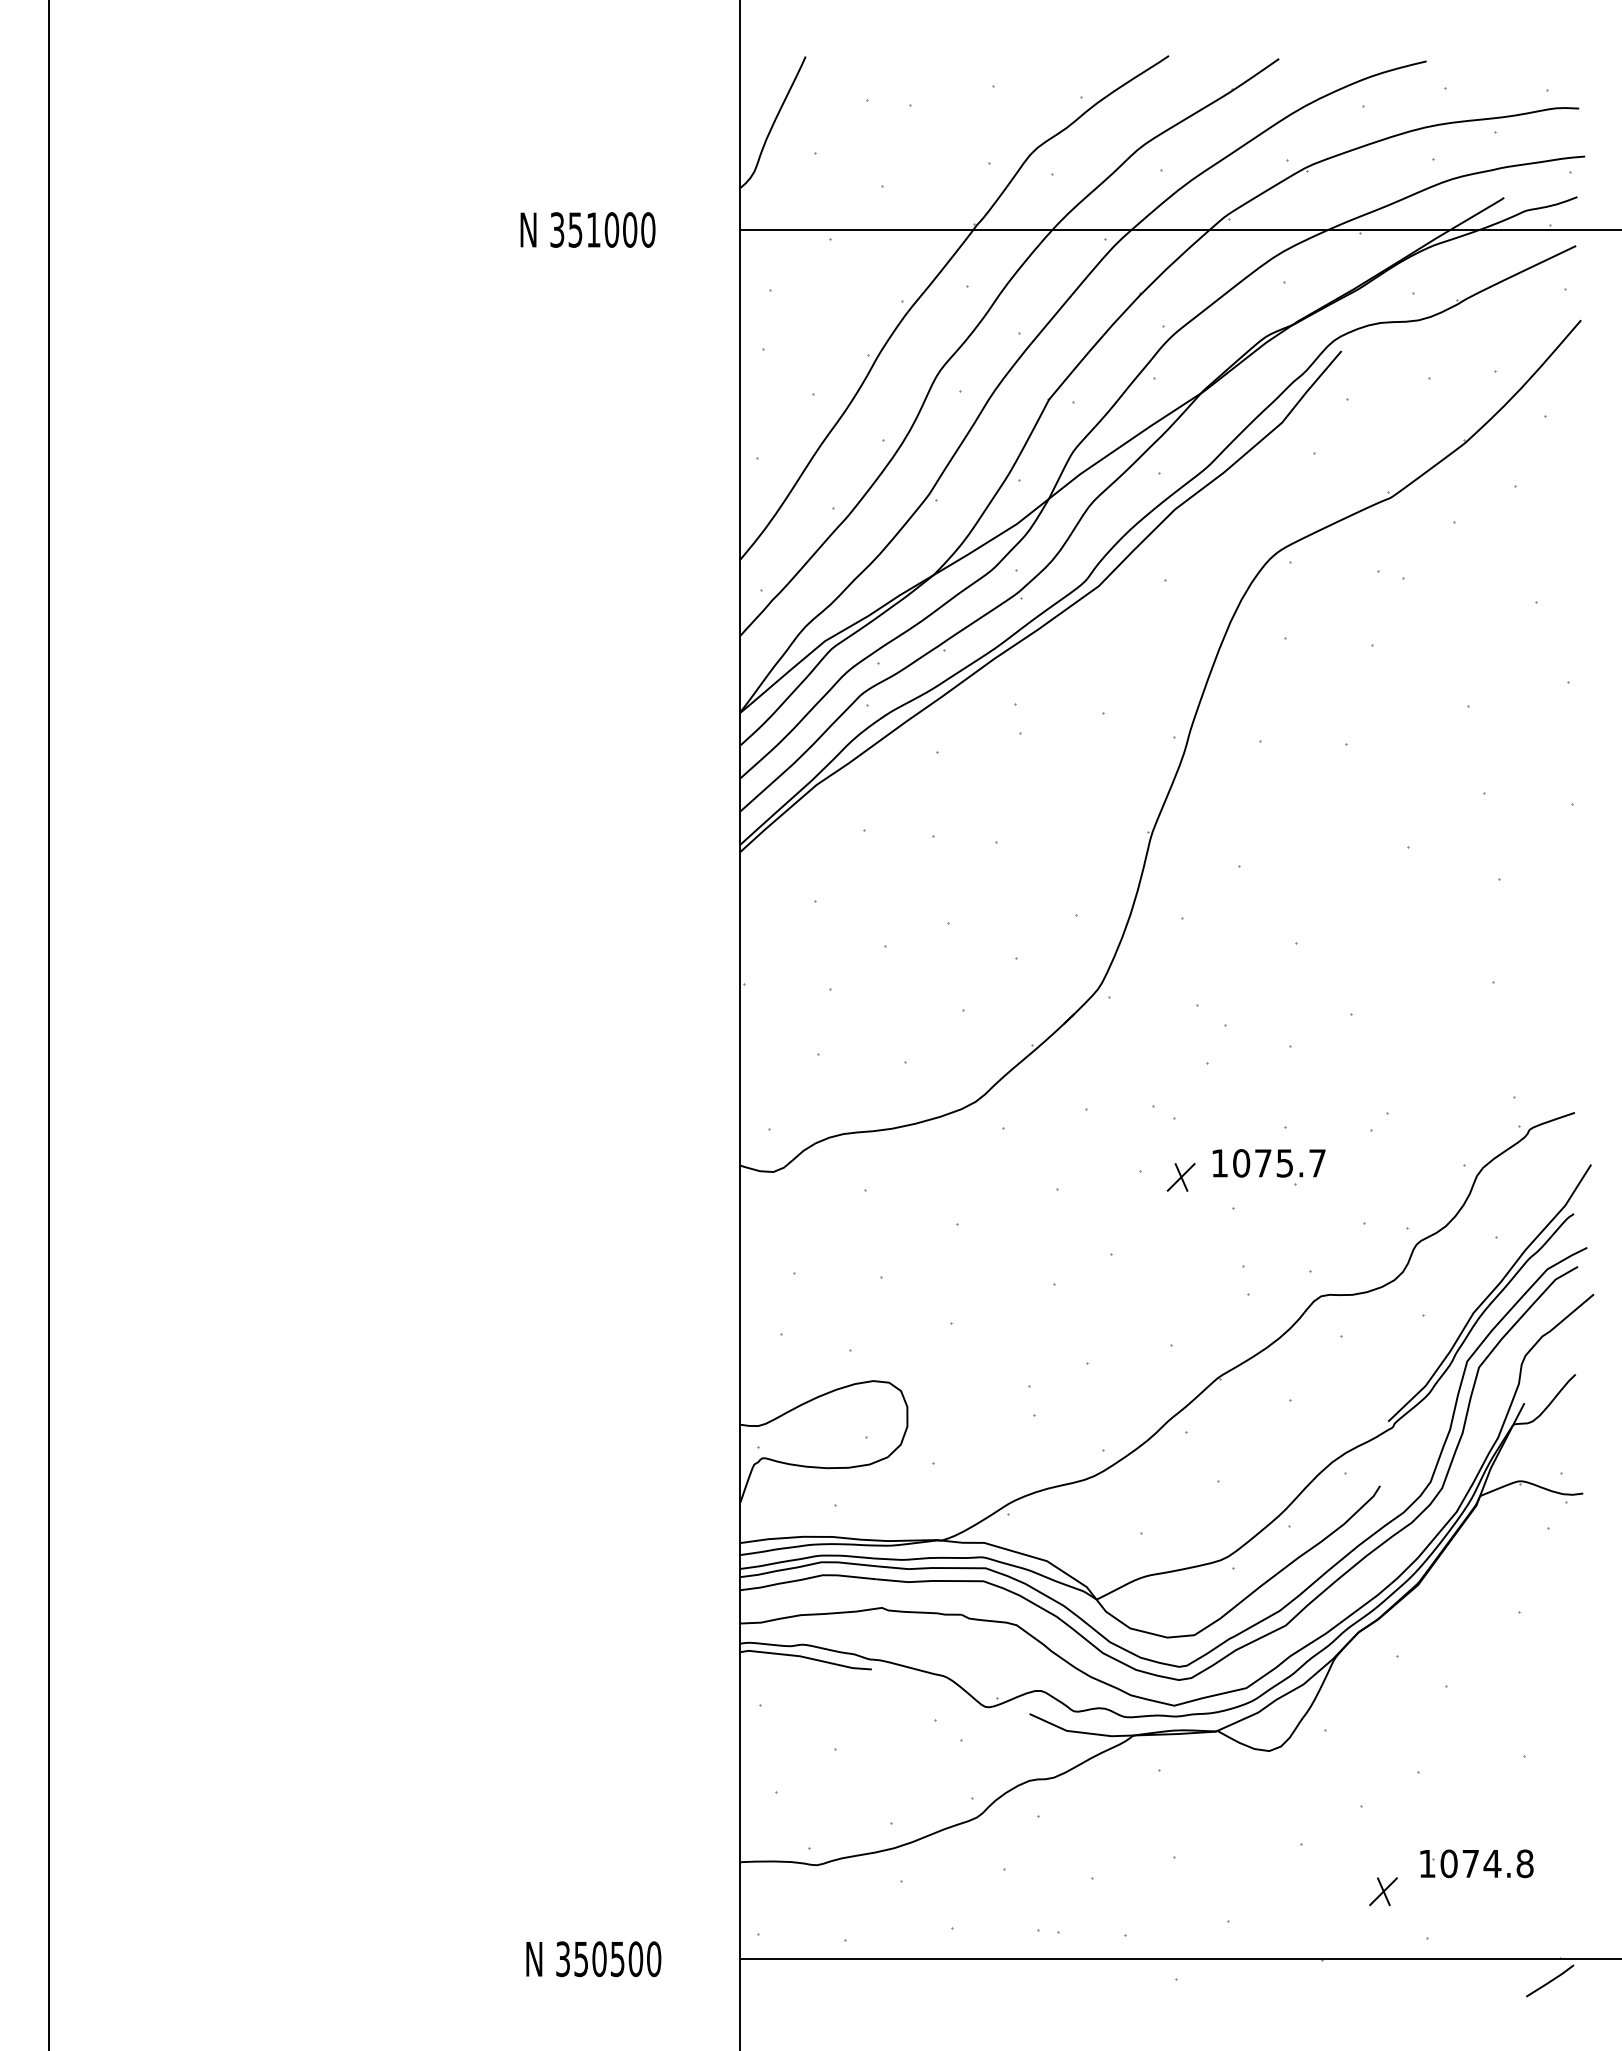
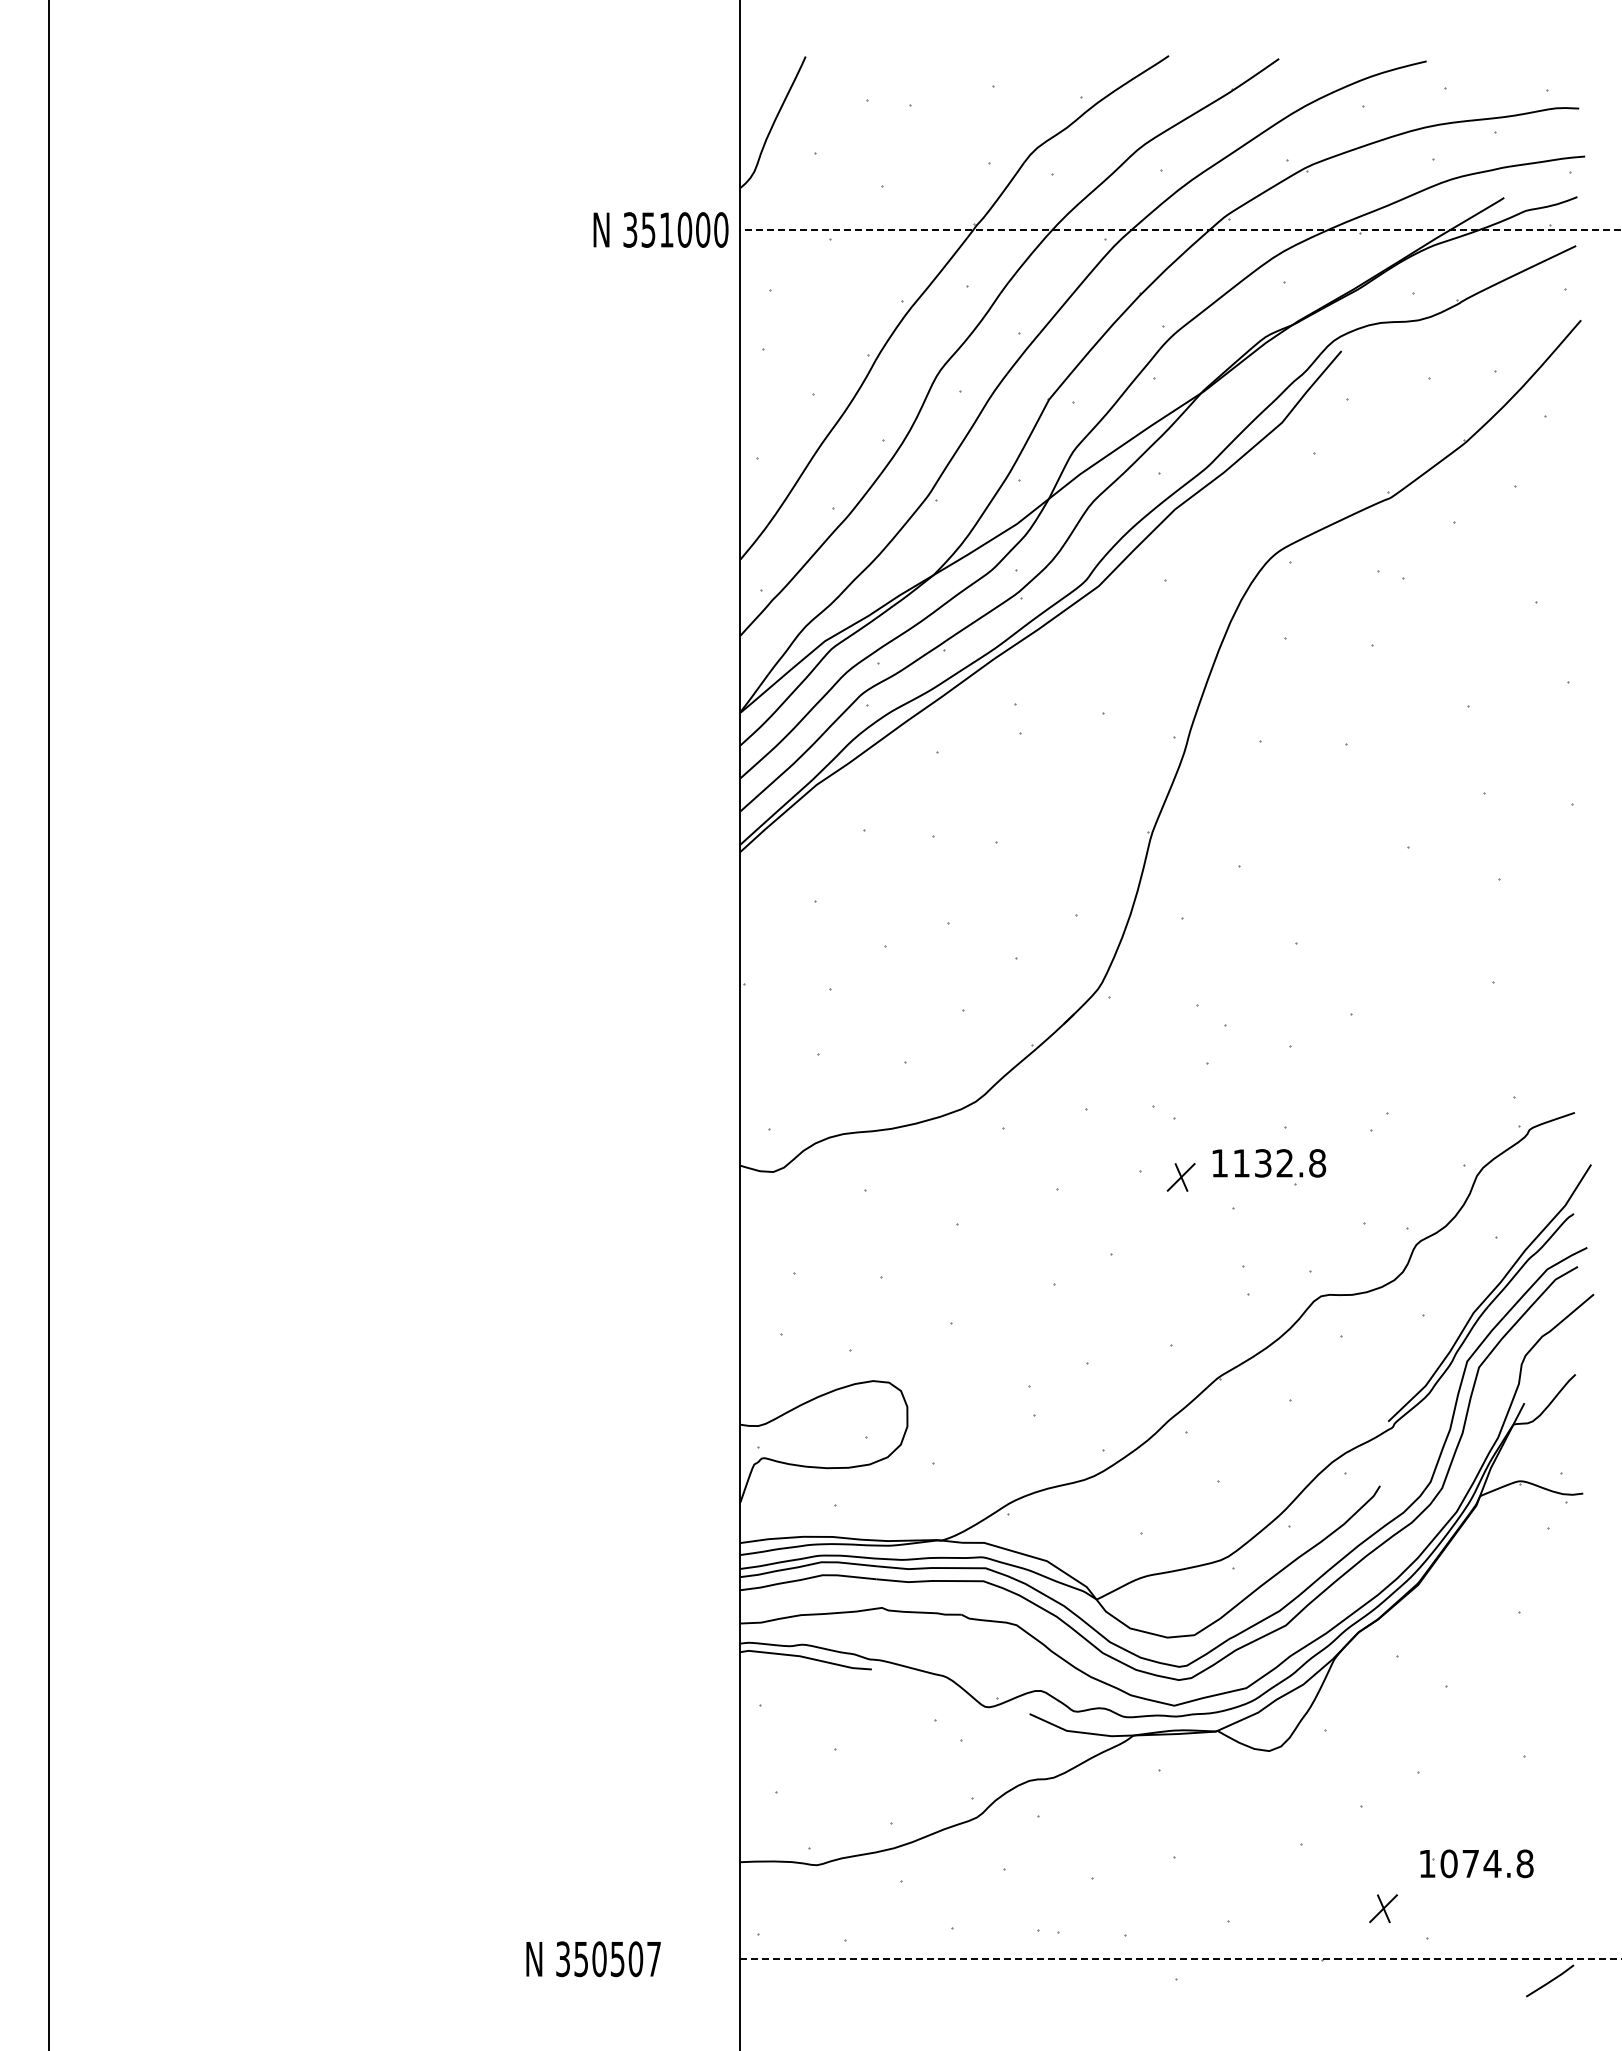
text at (587, 229) position: (587, 229) -> (660, 229)
line at (1180, 230): solid -> dashed
text at (1279, 1163): 1075.7 -> 1132.8
part at (1383, 1891) position: (1383, 1891) -> (1383, 1908)
text at (654, 1959): 350500 -> 350507
line at (1181, 1959): solid -> dashed
